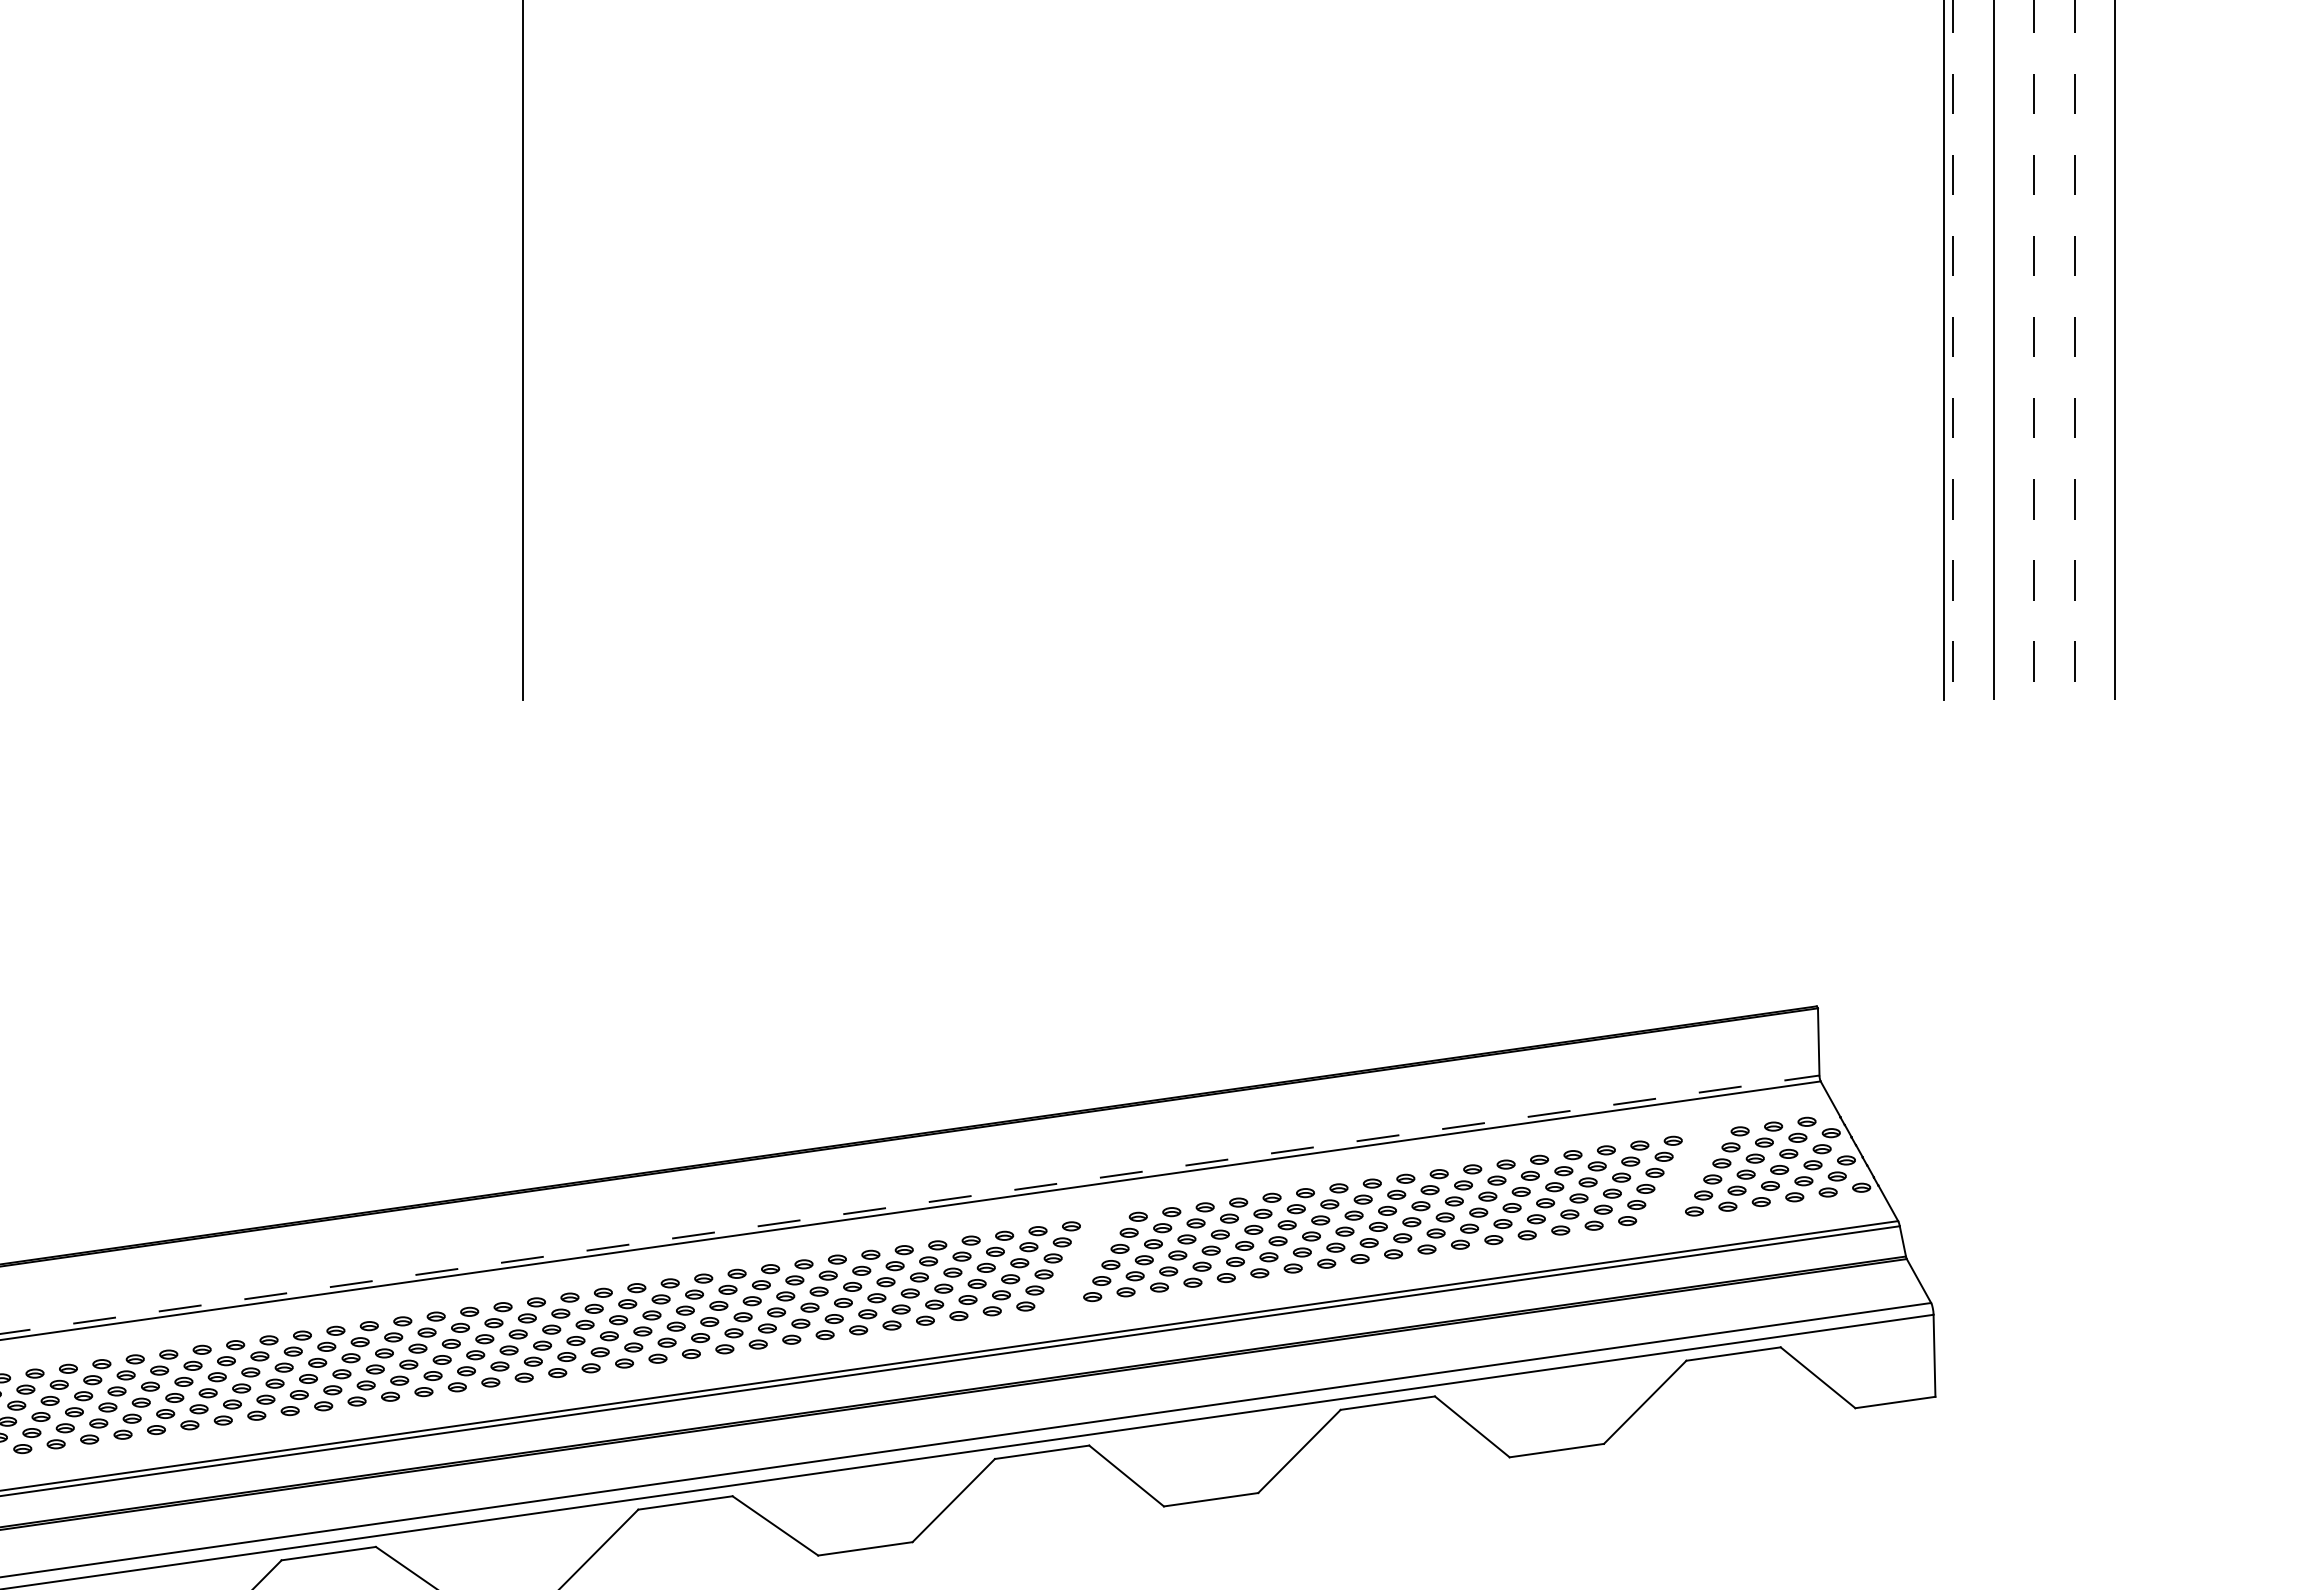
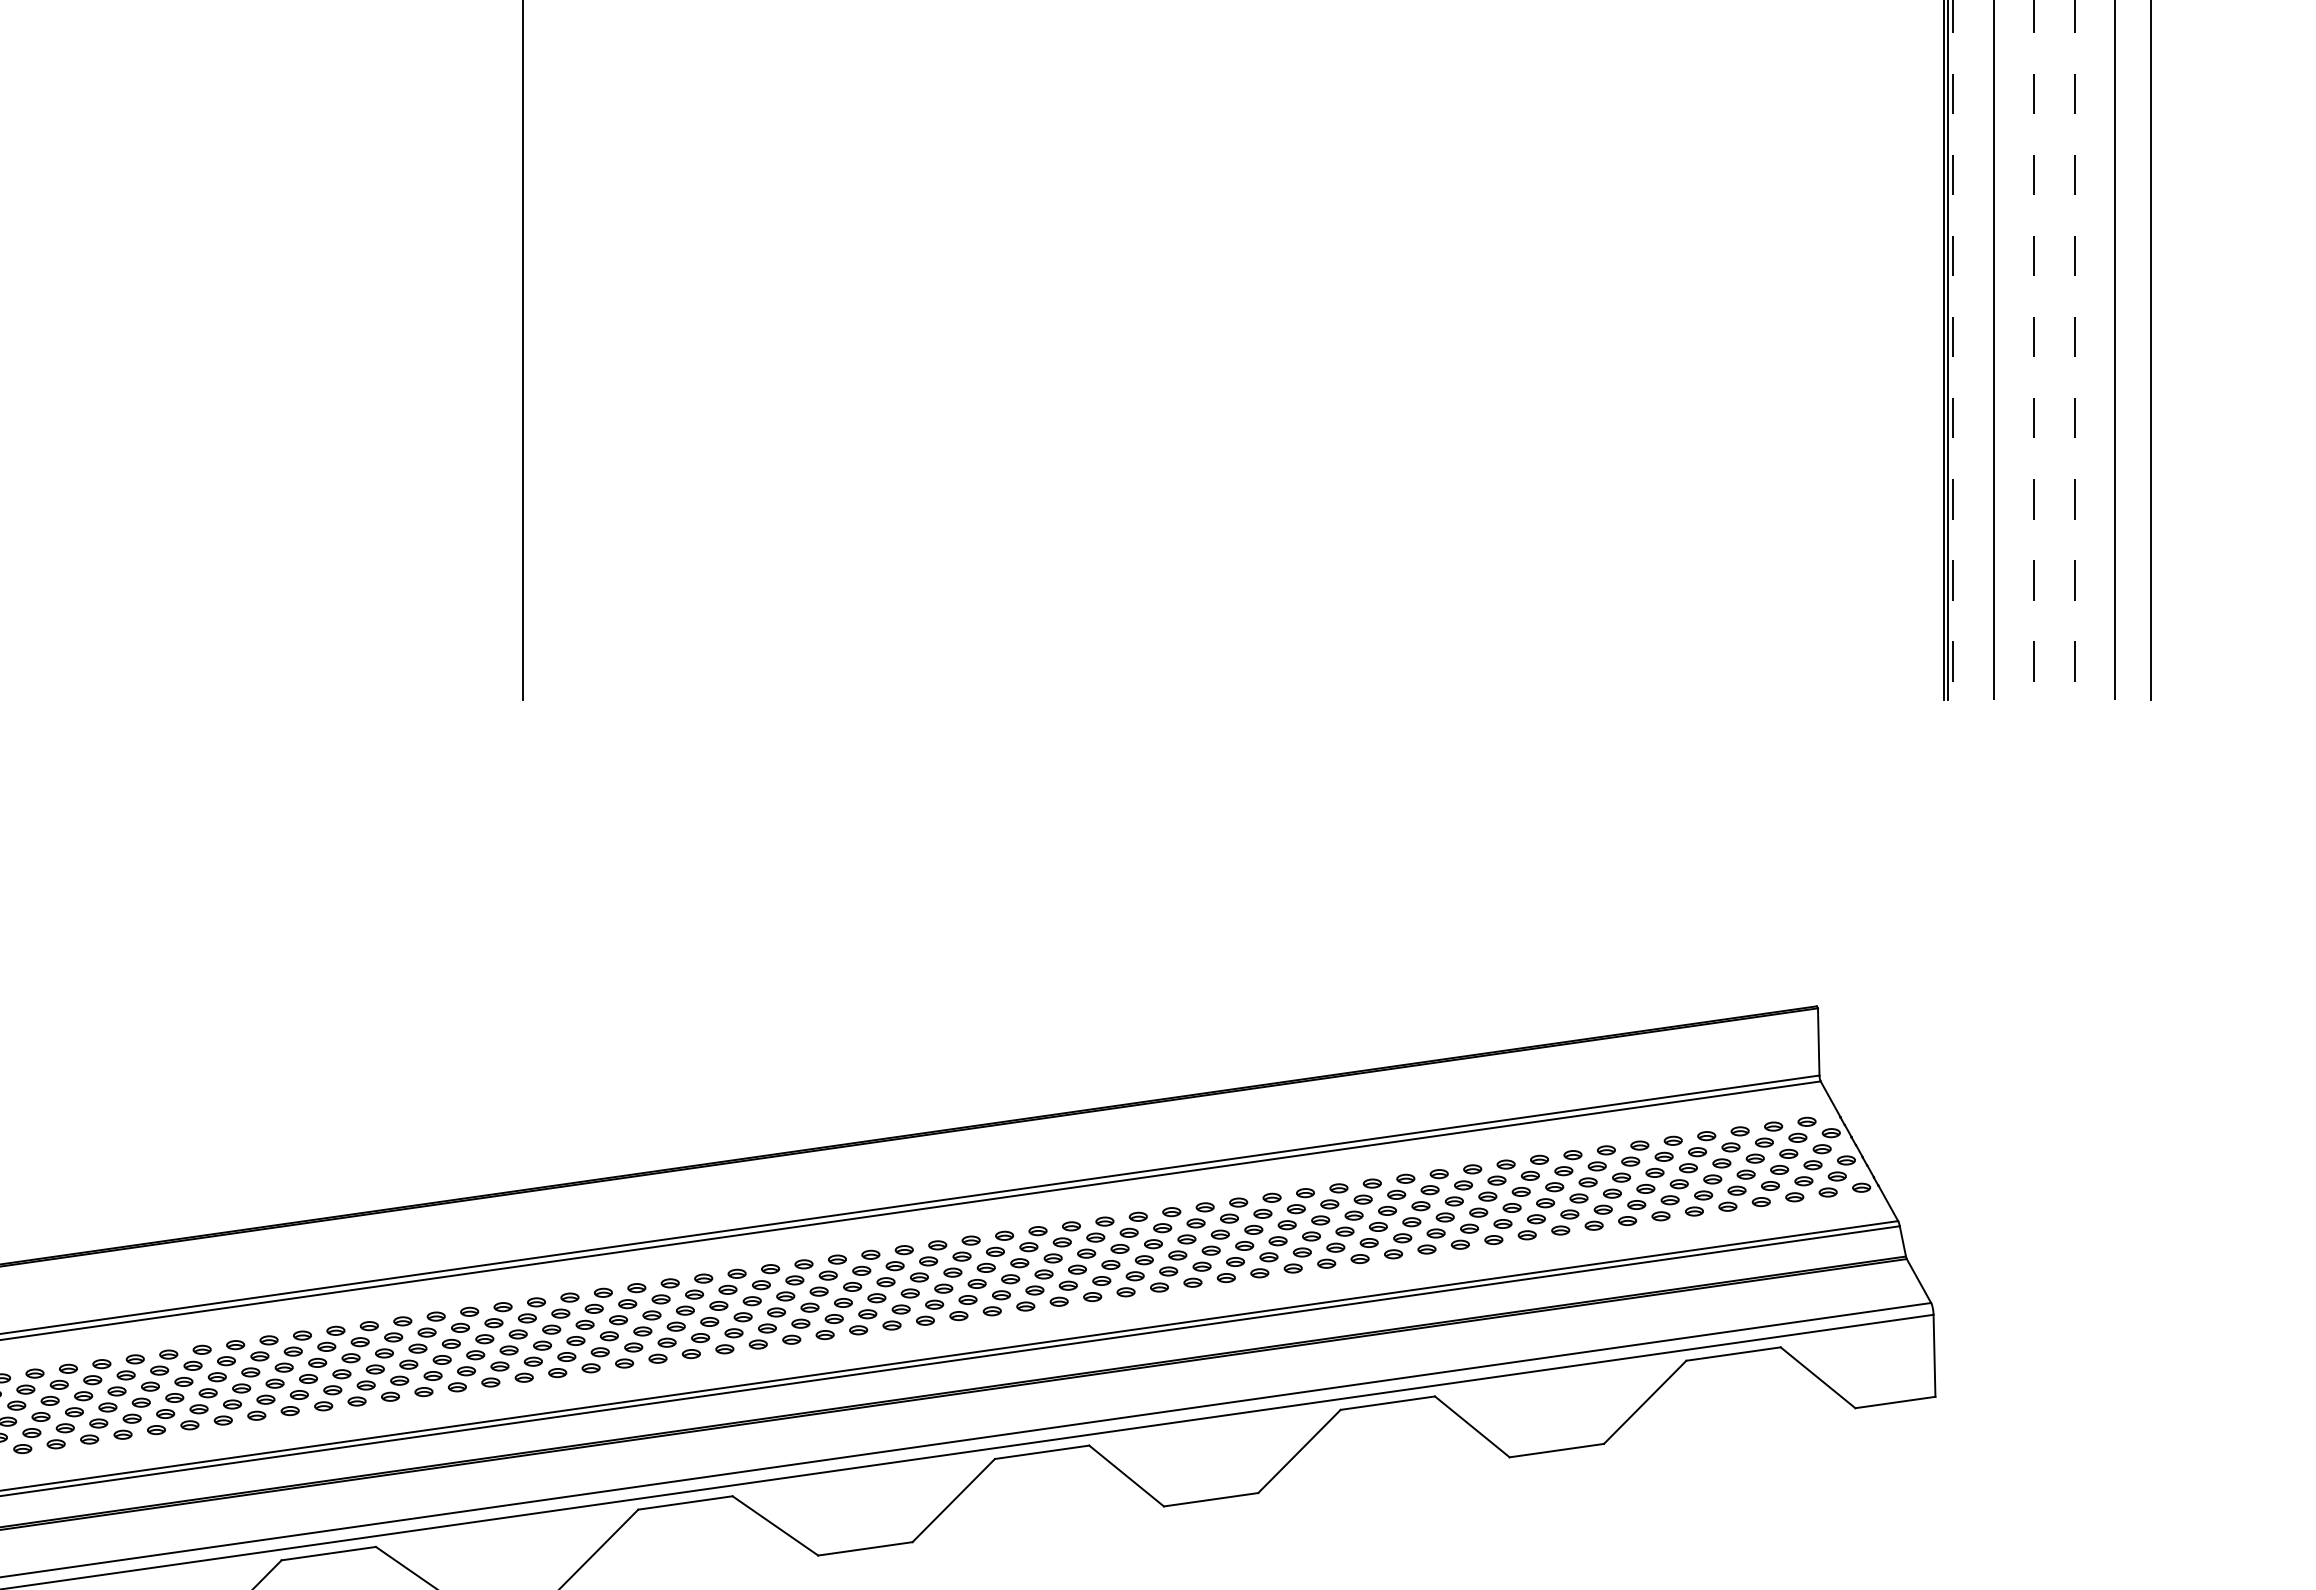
line at (1948, 351): none -> present
line at (2151, 351): none -> present
part at (1683, 1176): none -> present
line at (909, 1204): dashed -> solid
part at (1081, 1261): none -> present
